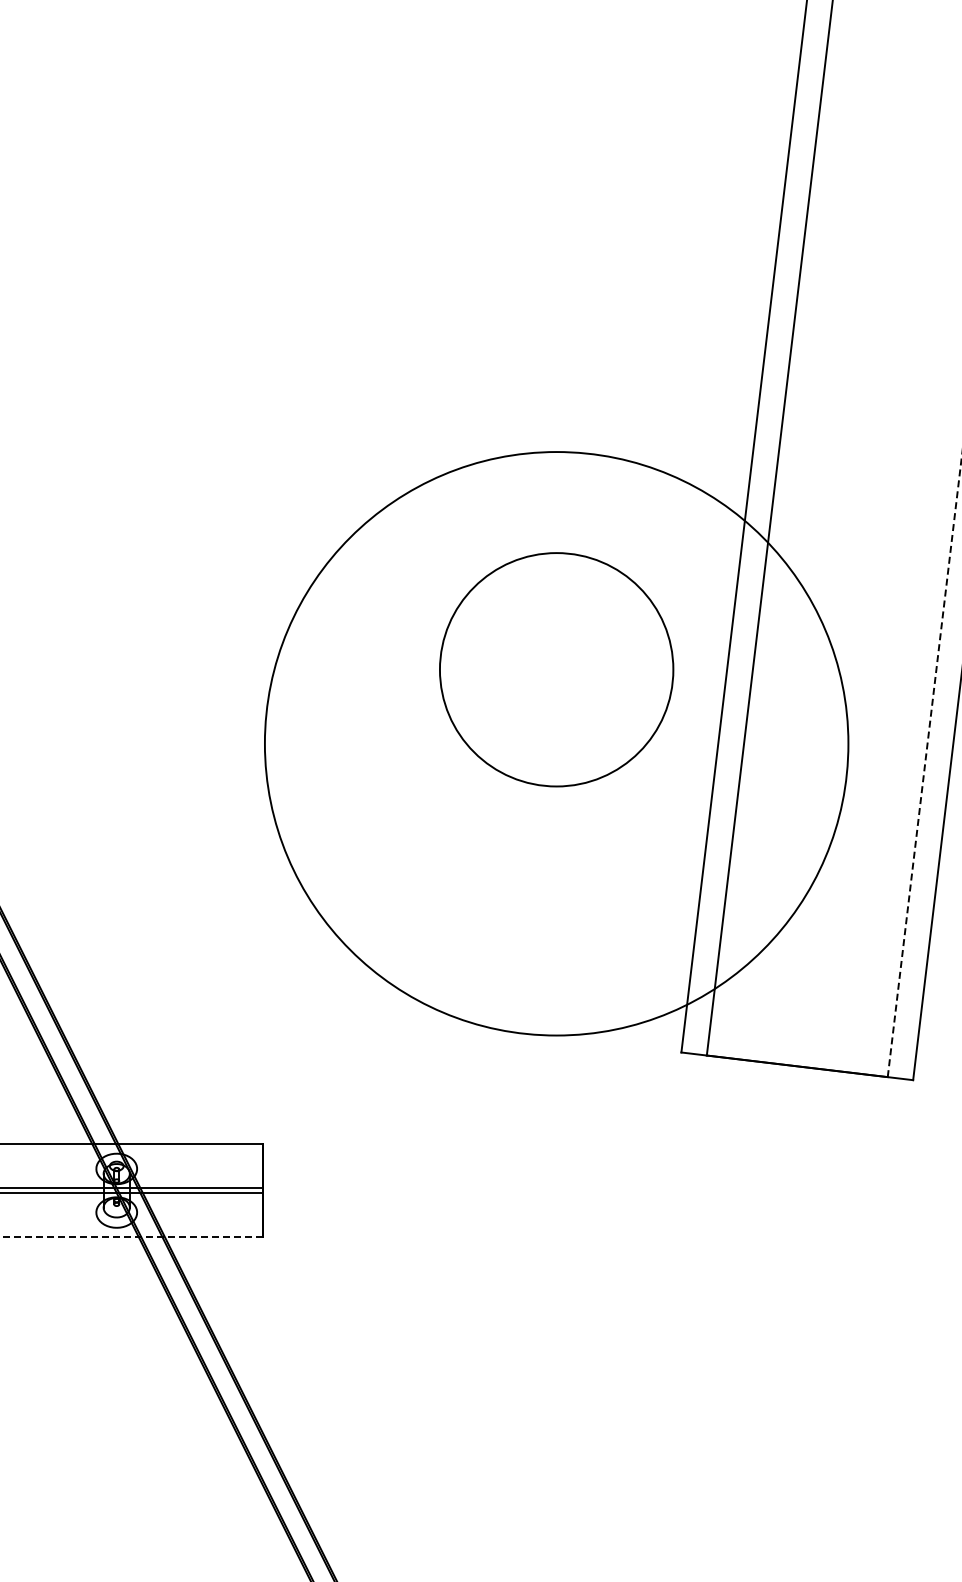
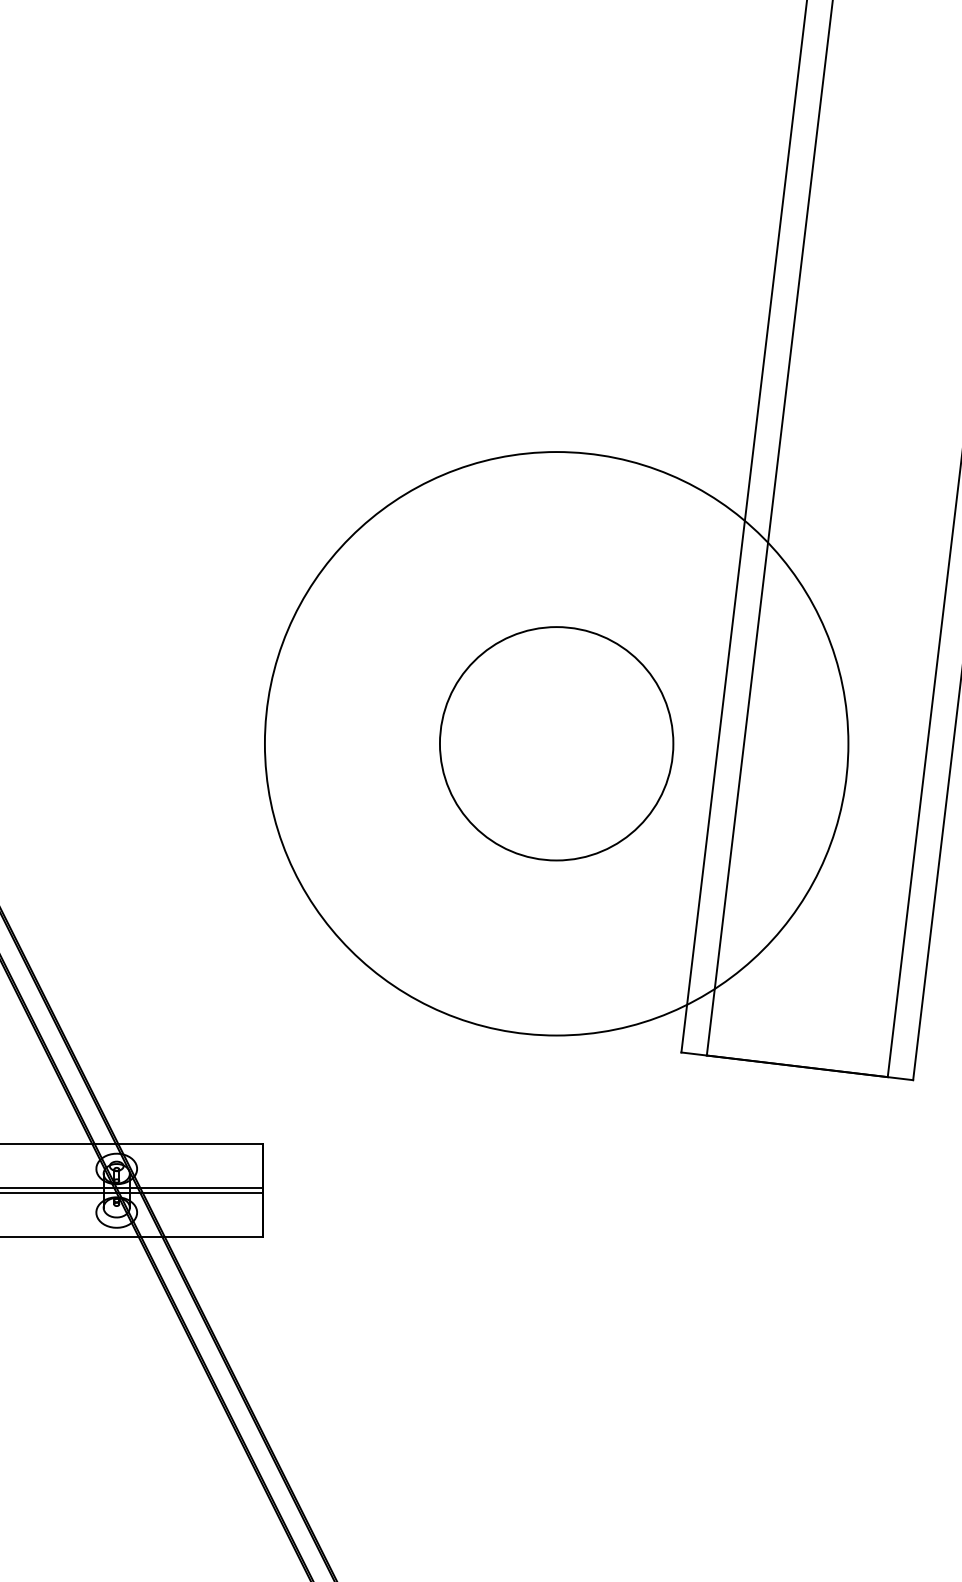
circle at (556, 669) position: (556, 669) -> (556, 743)
line at (924, 766): dashed -> solid
line at (131, 1237): dashed -> solid
